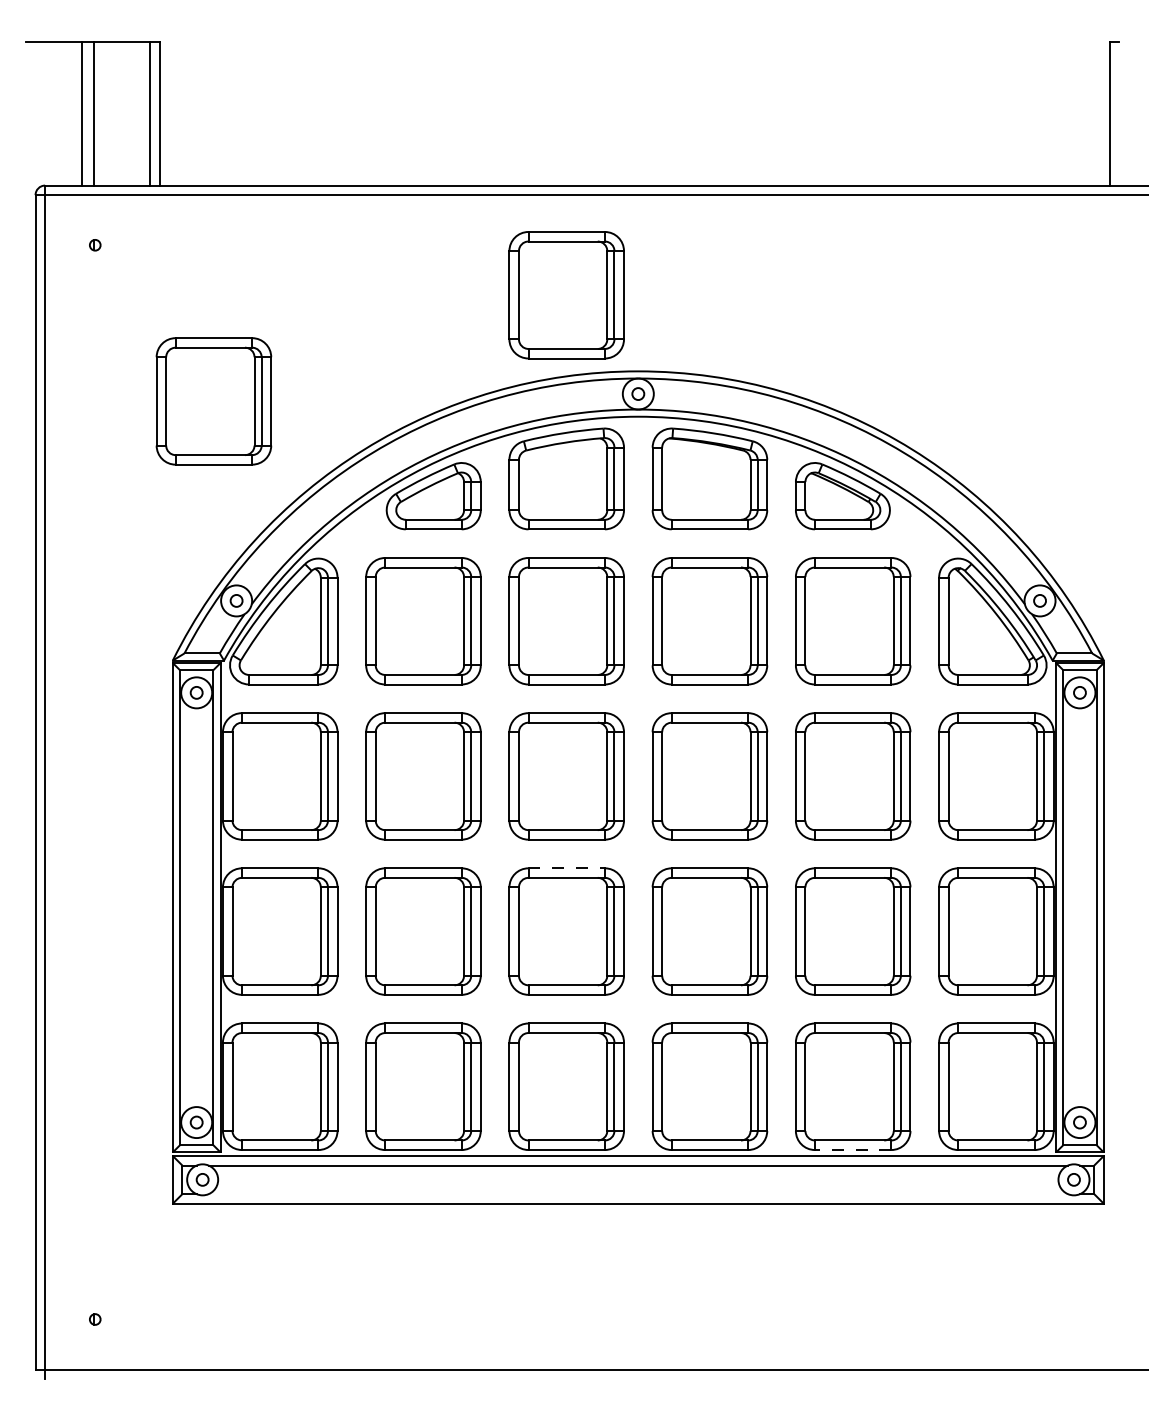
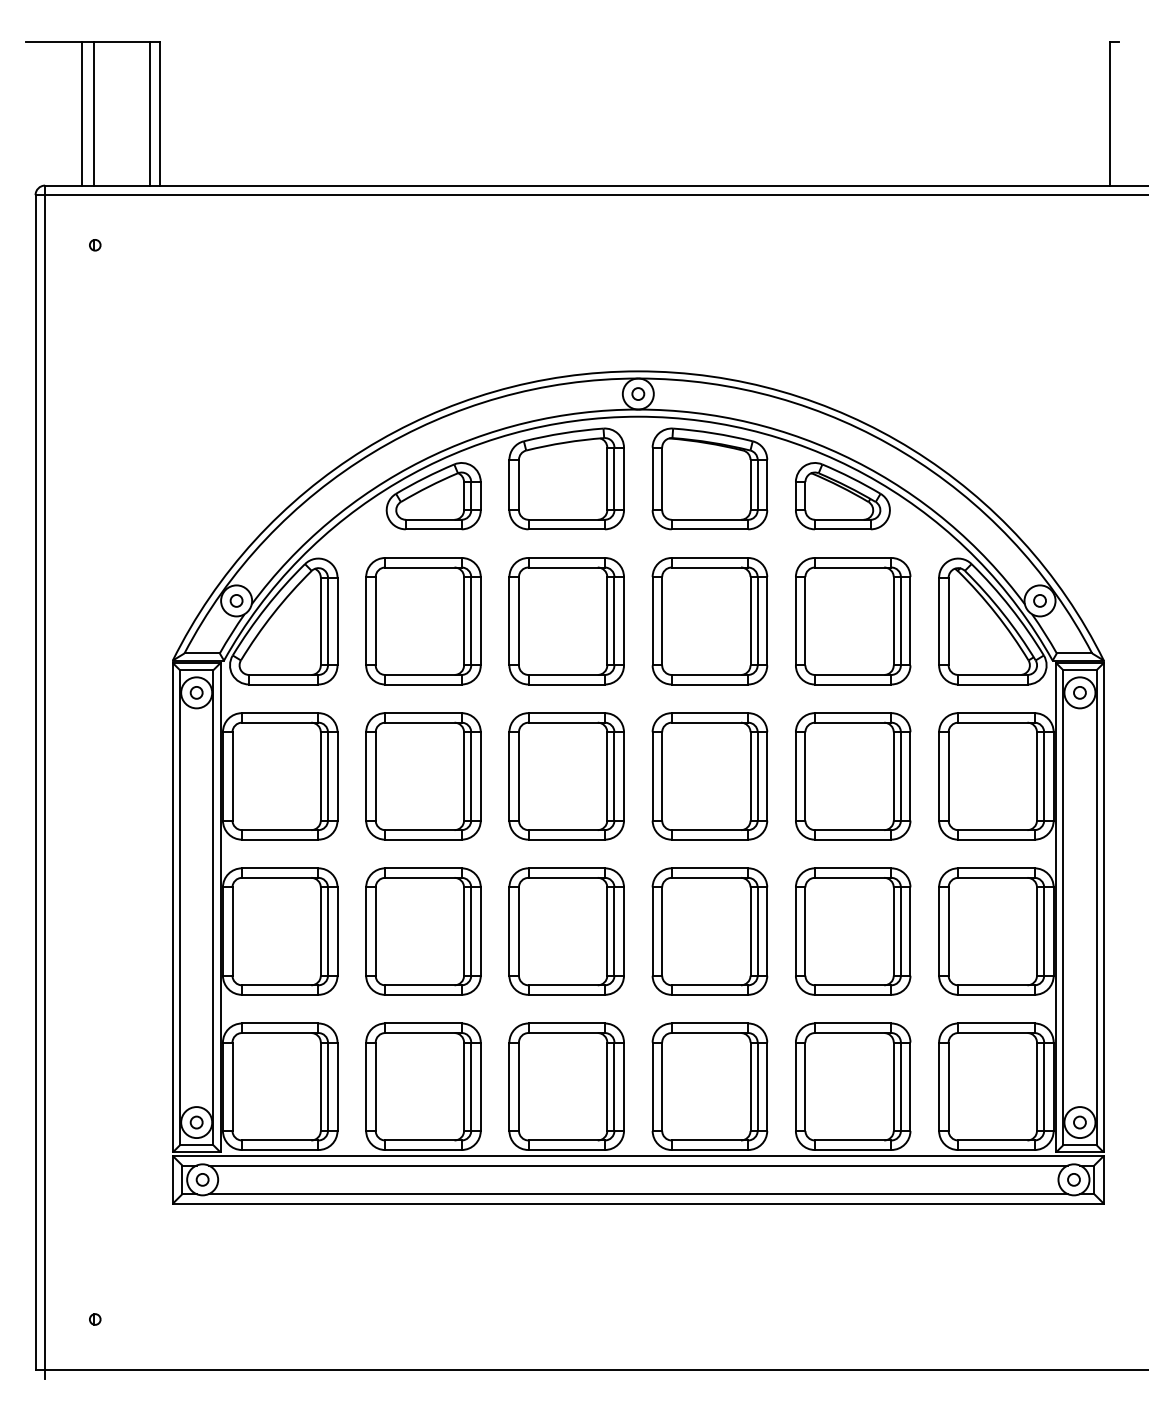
part at (566, 295): present -> none
part at (213, 401): present -> none
line at (567, 868): dashed -> solid
line at (852, 1150): dashed -> solid
line at (638, 1194): none -> present
